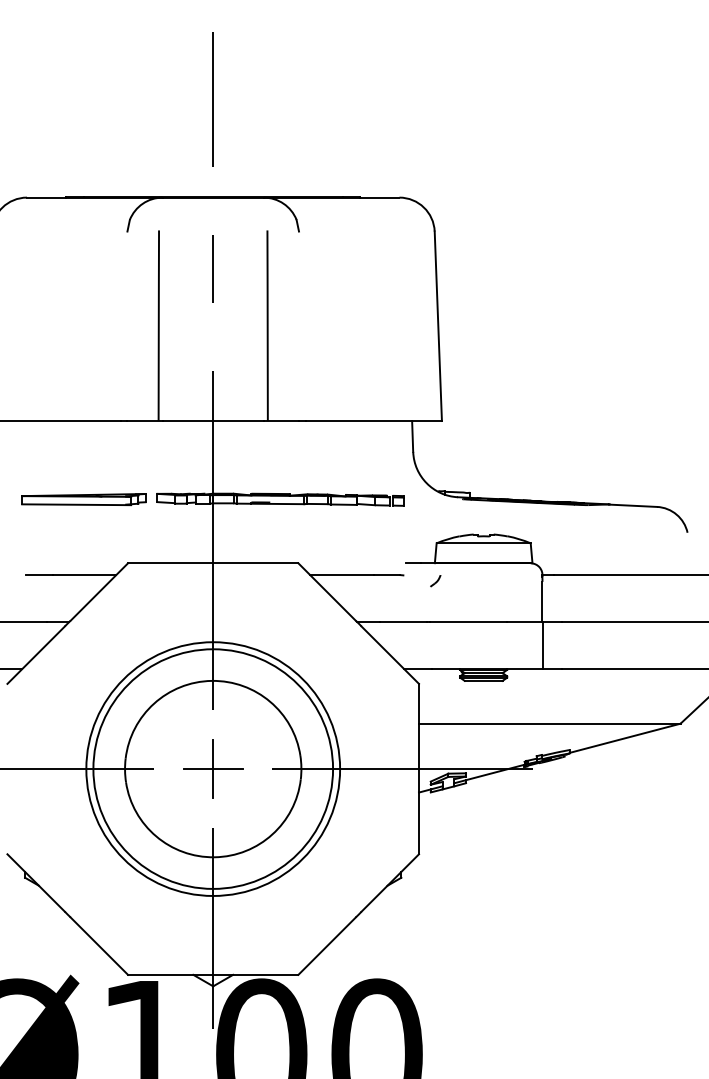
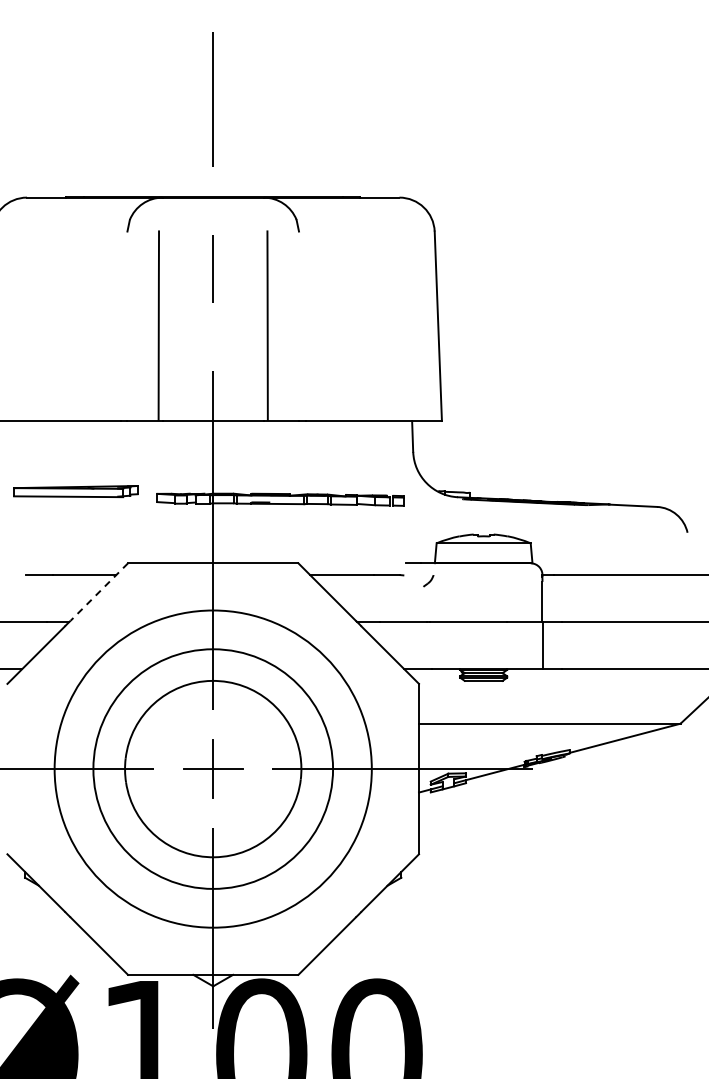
part at (83, 499) position: (83, 499) -> (75, 491)
part at (435, 581) position: (435, 581) -> (428, 581)
line at (99, 592): solid -> dashed
circle at (213, 768) diameter: 254 px -> 317 px
